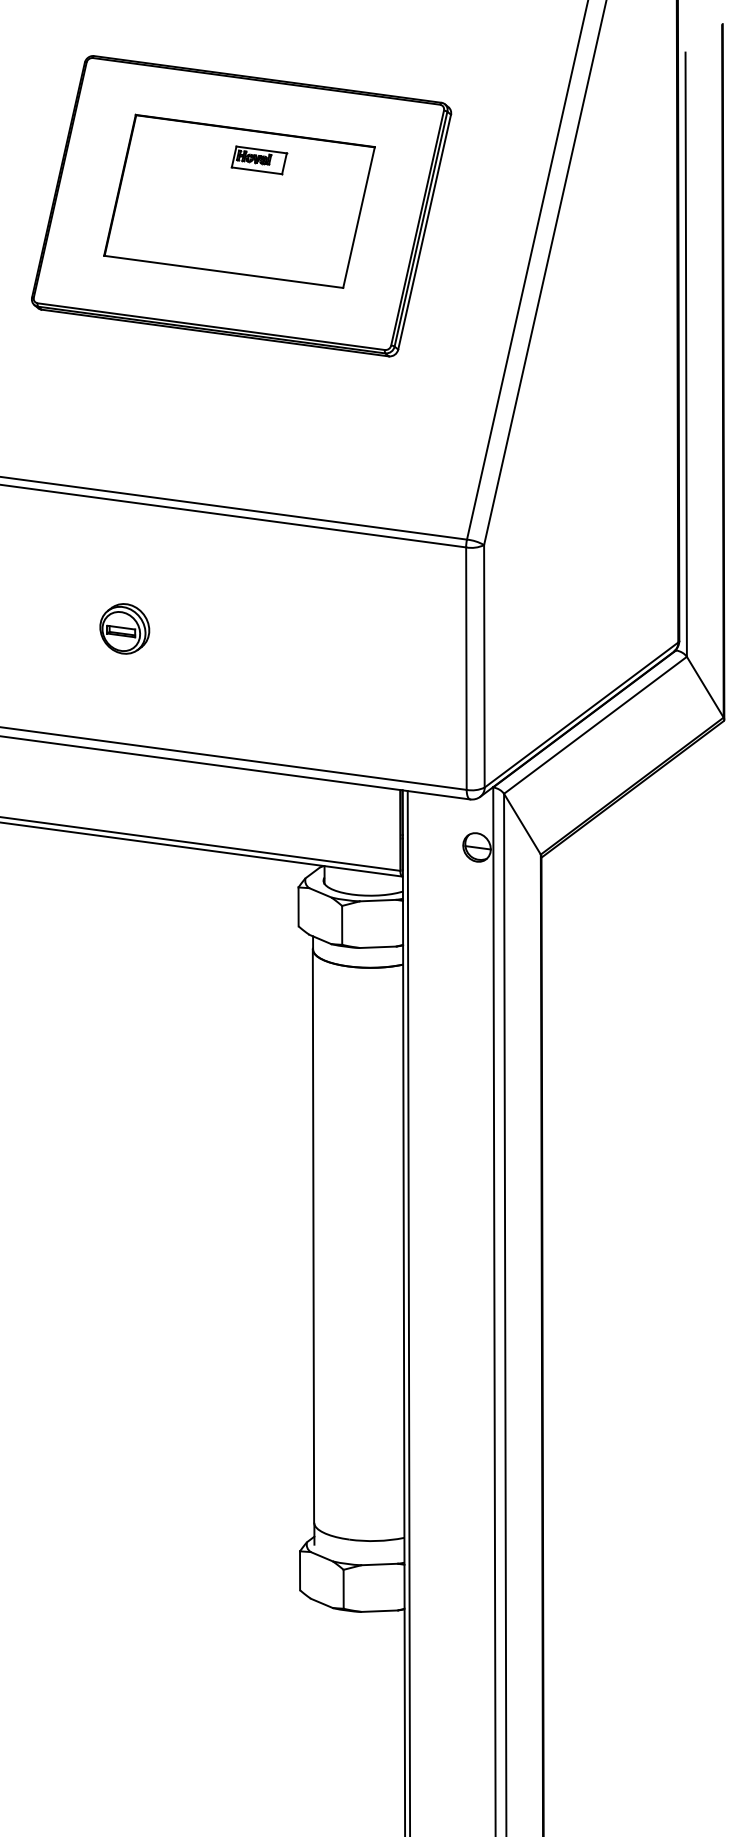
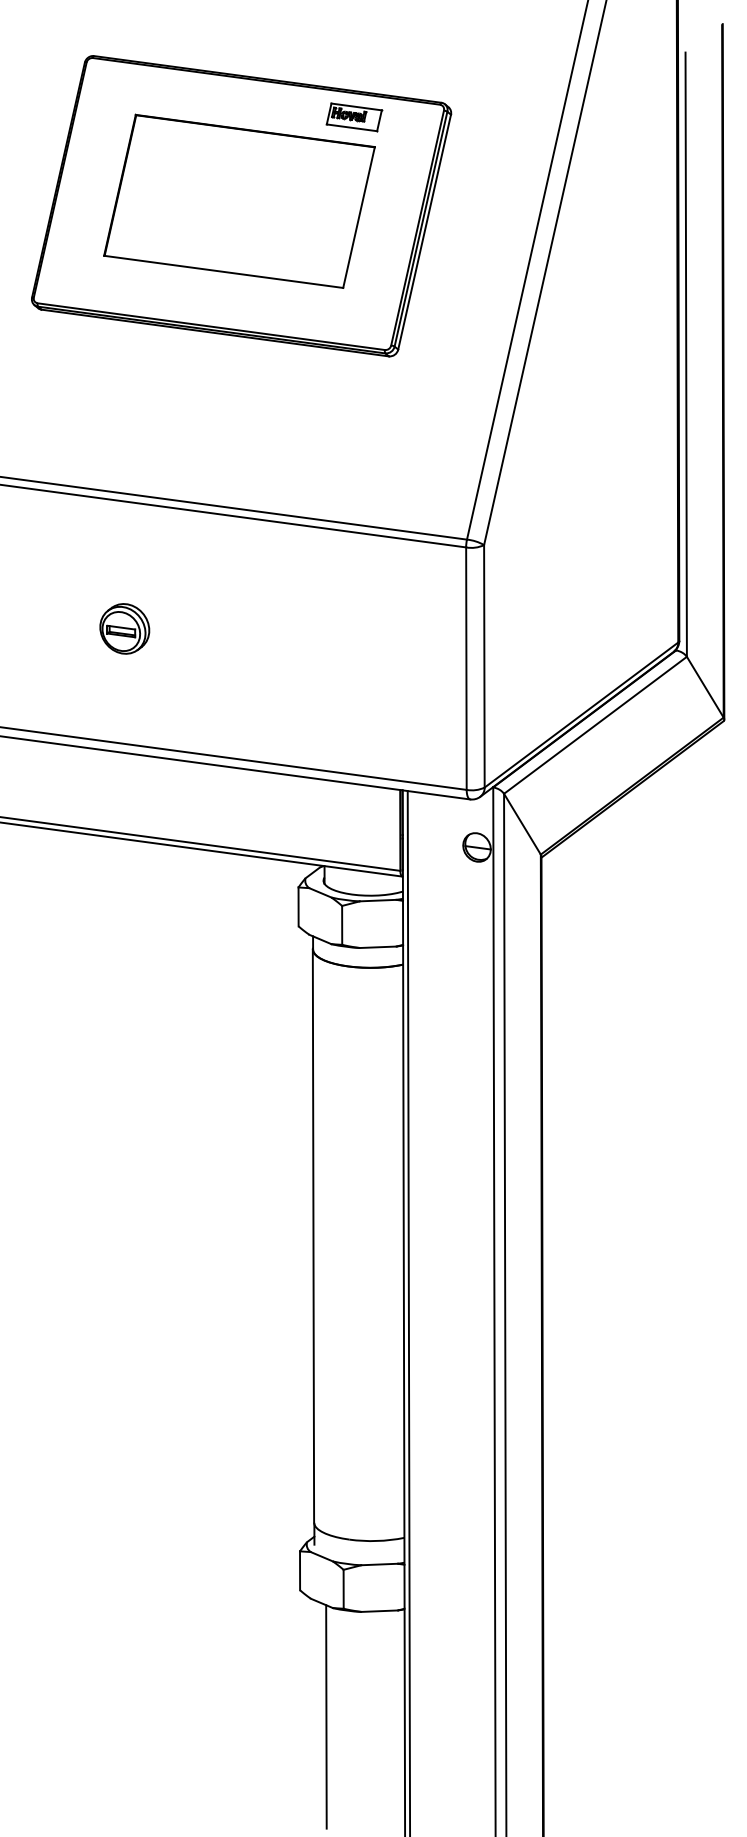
part at (259, 160) position: (259, 160) -> (354, 117)
line at (326, 1716): none -> present
